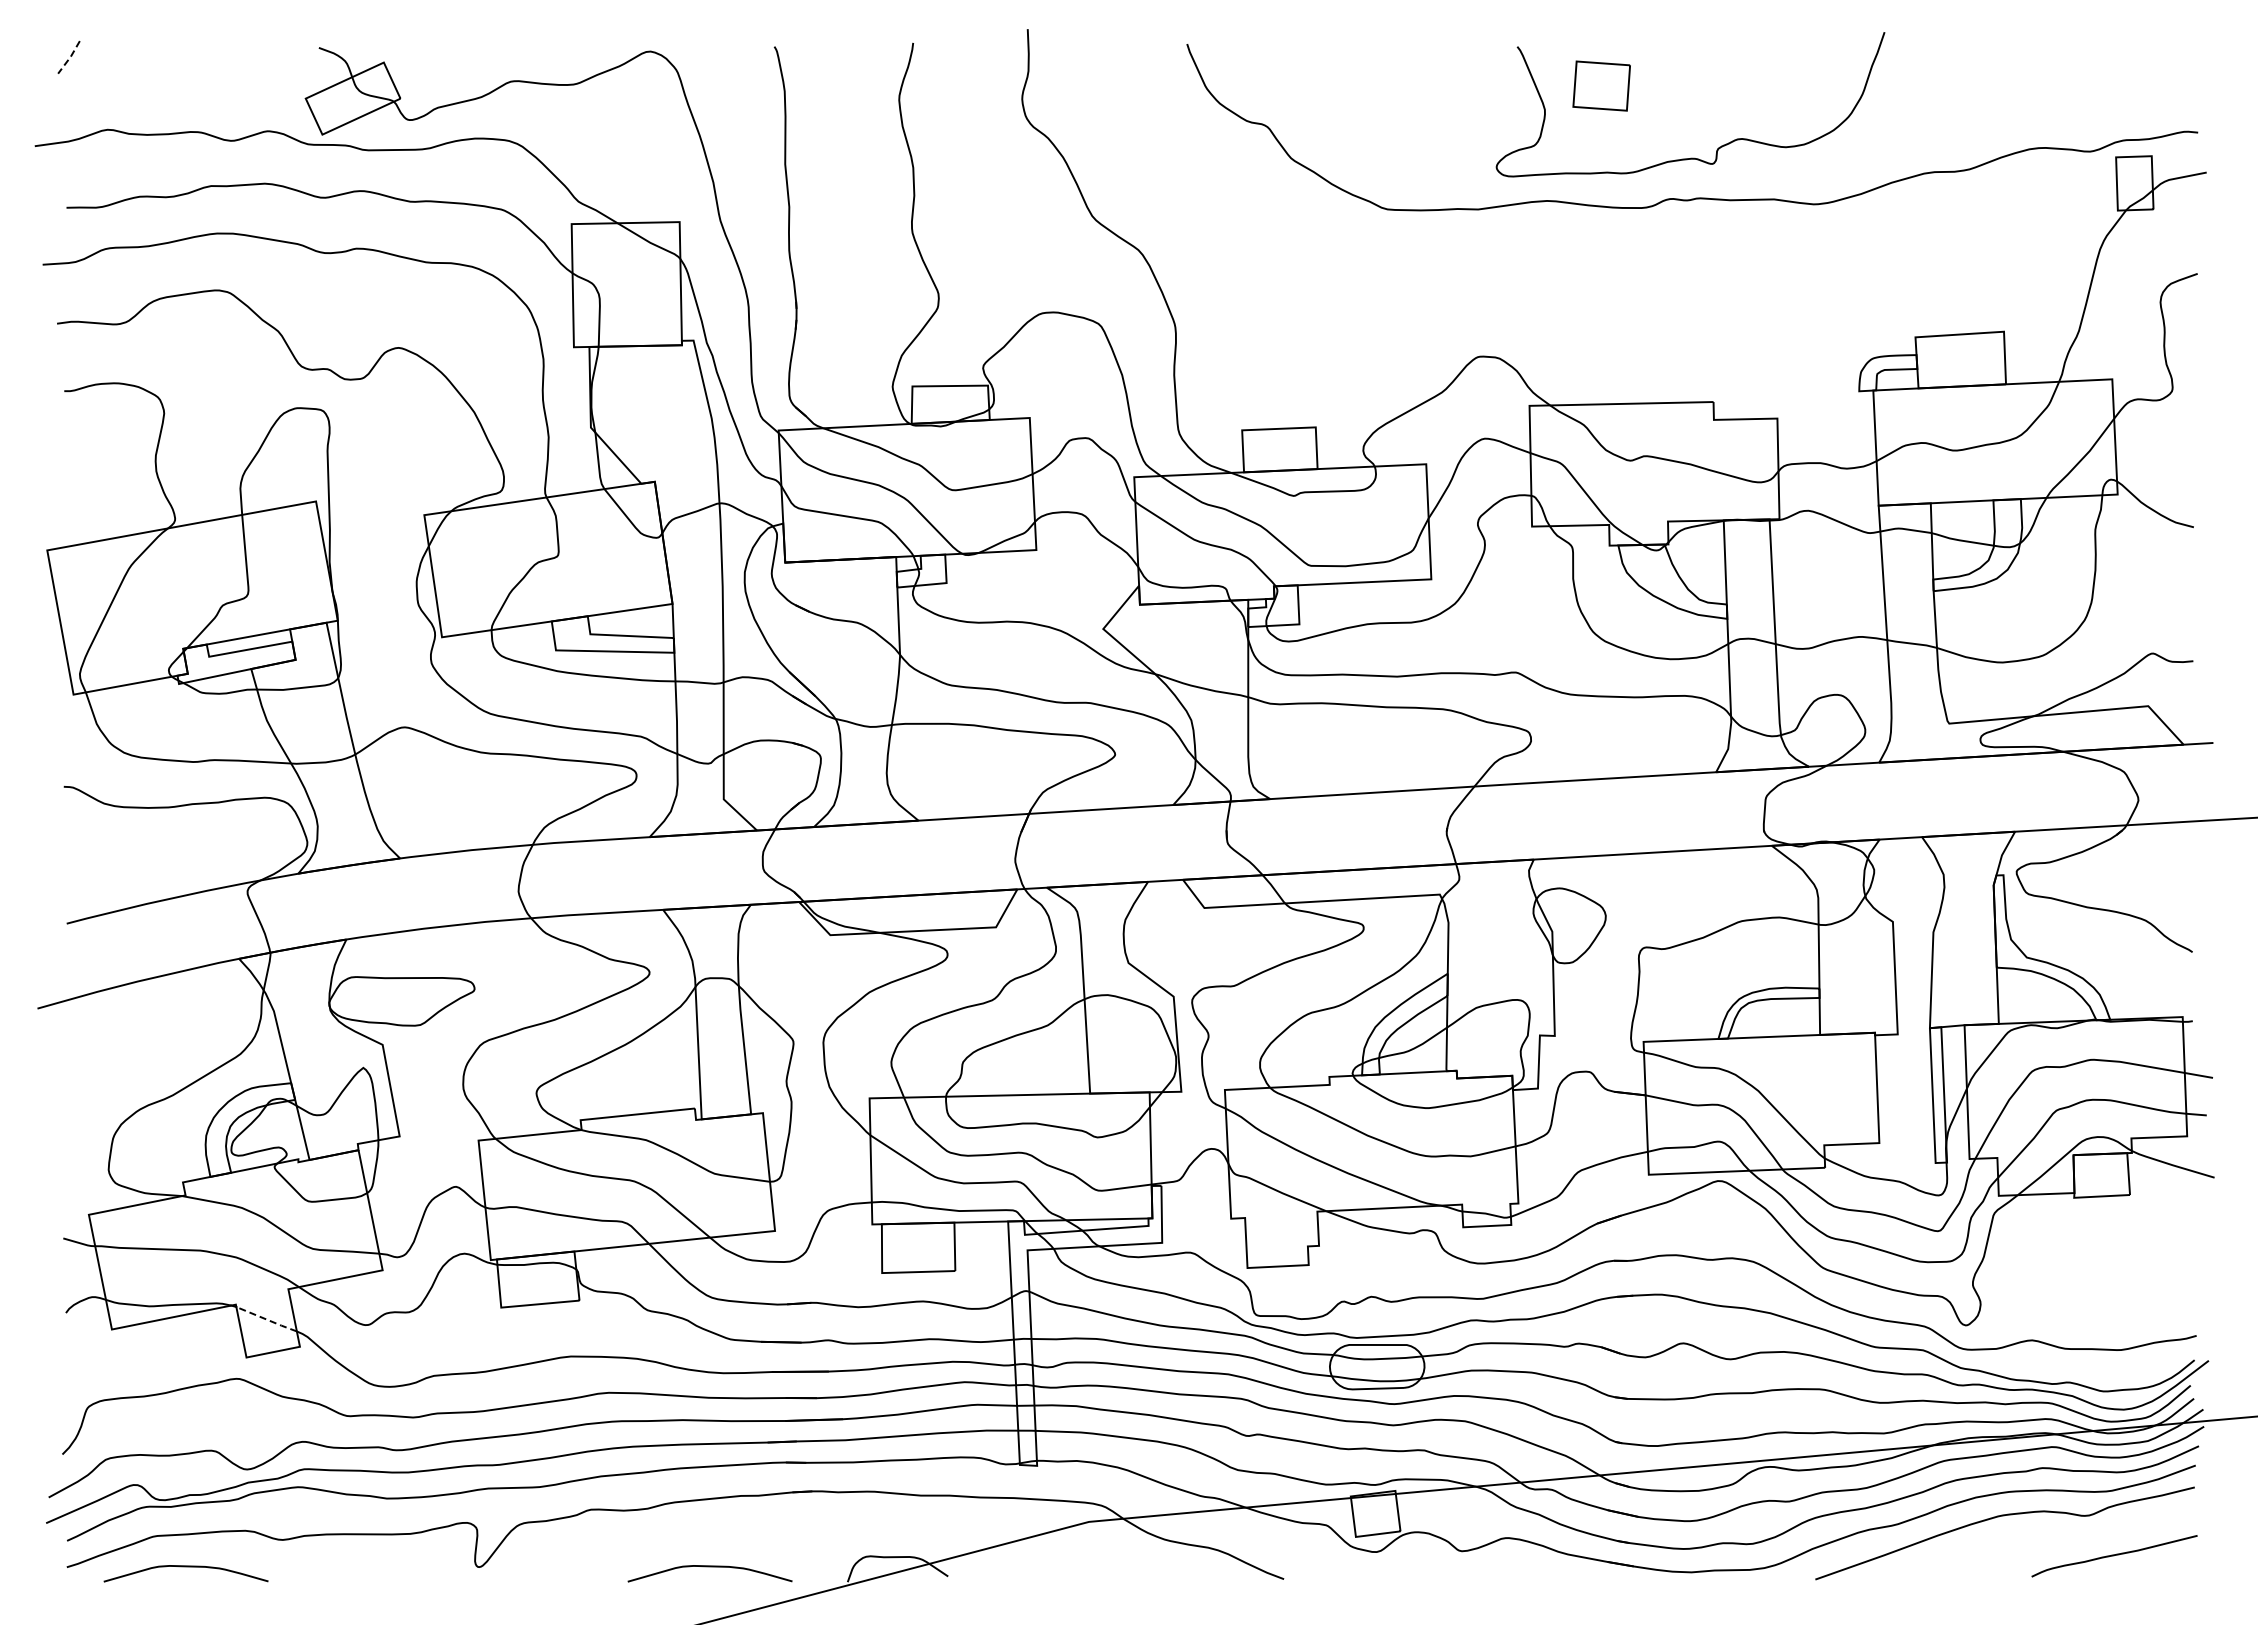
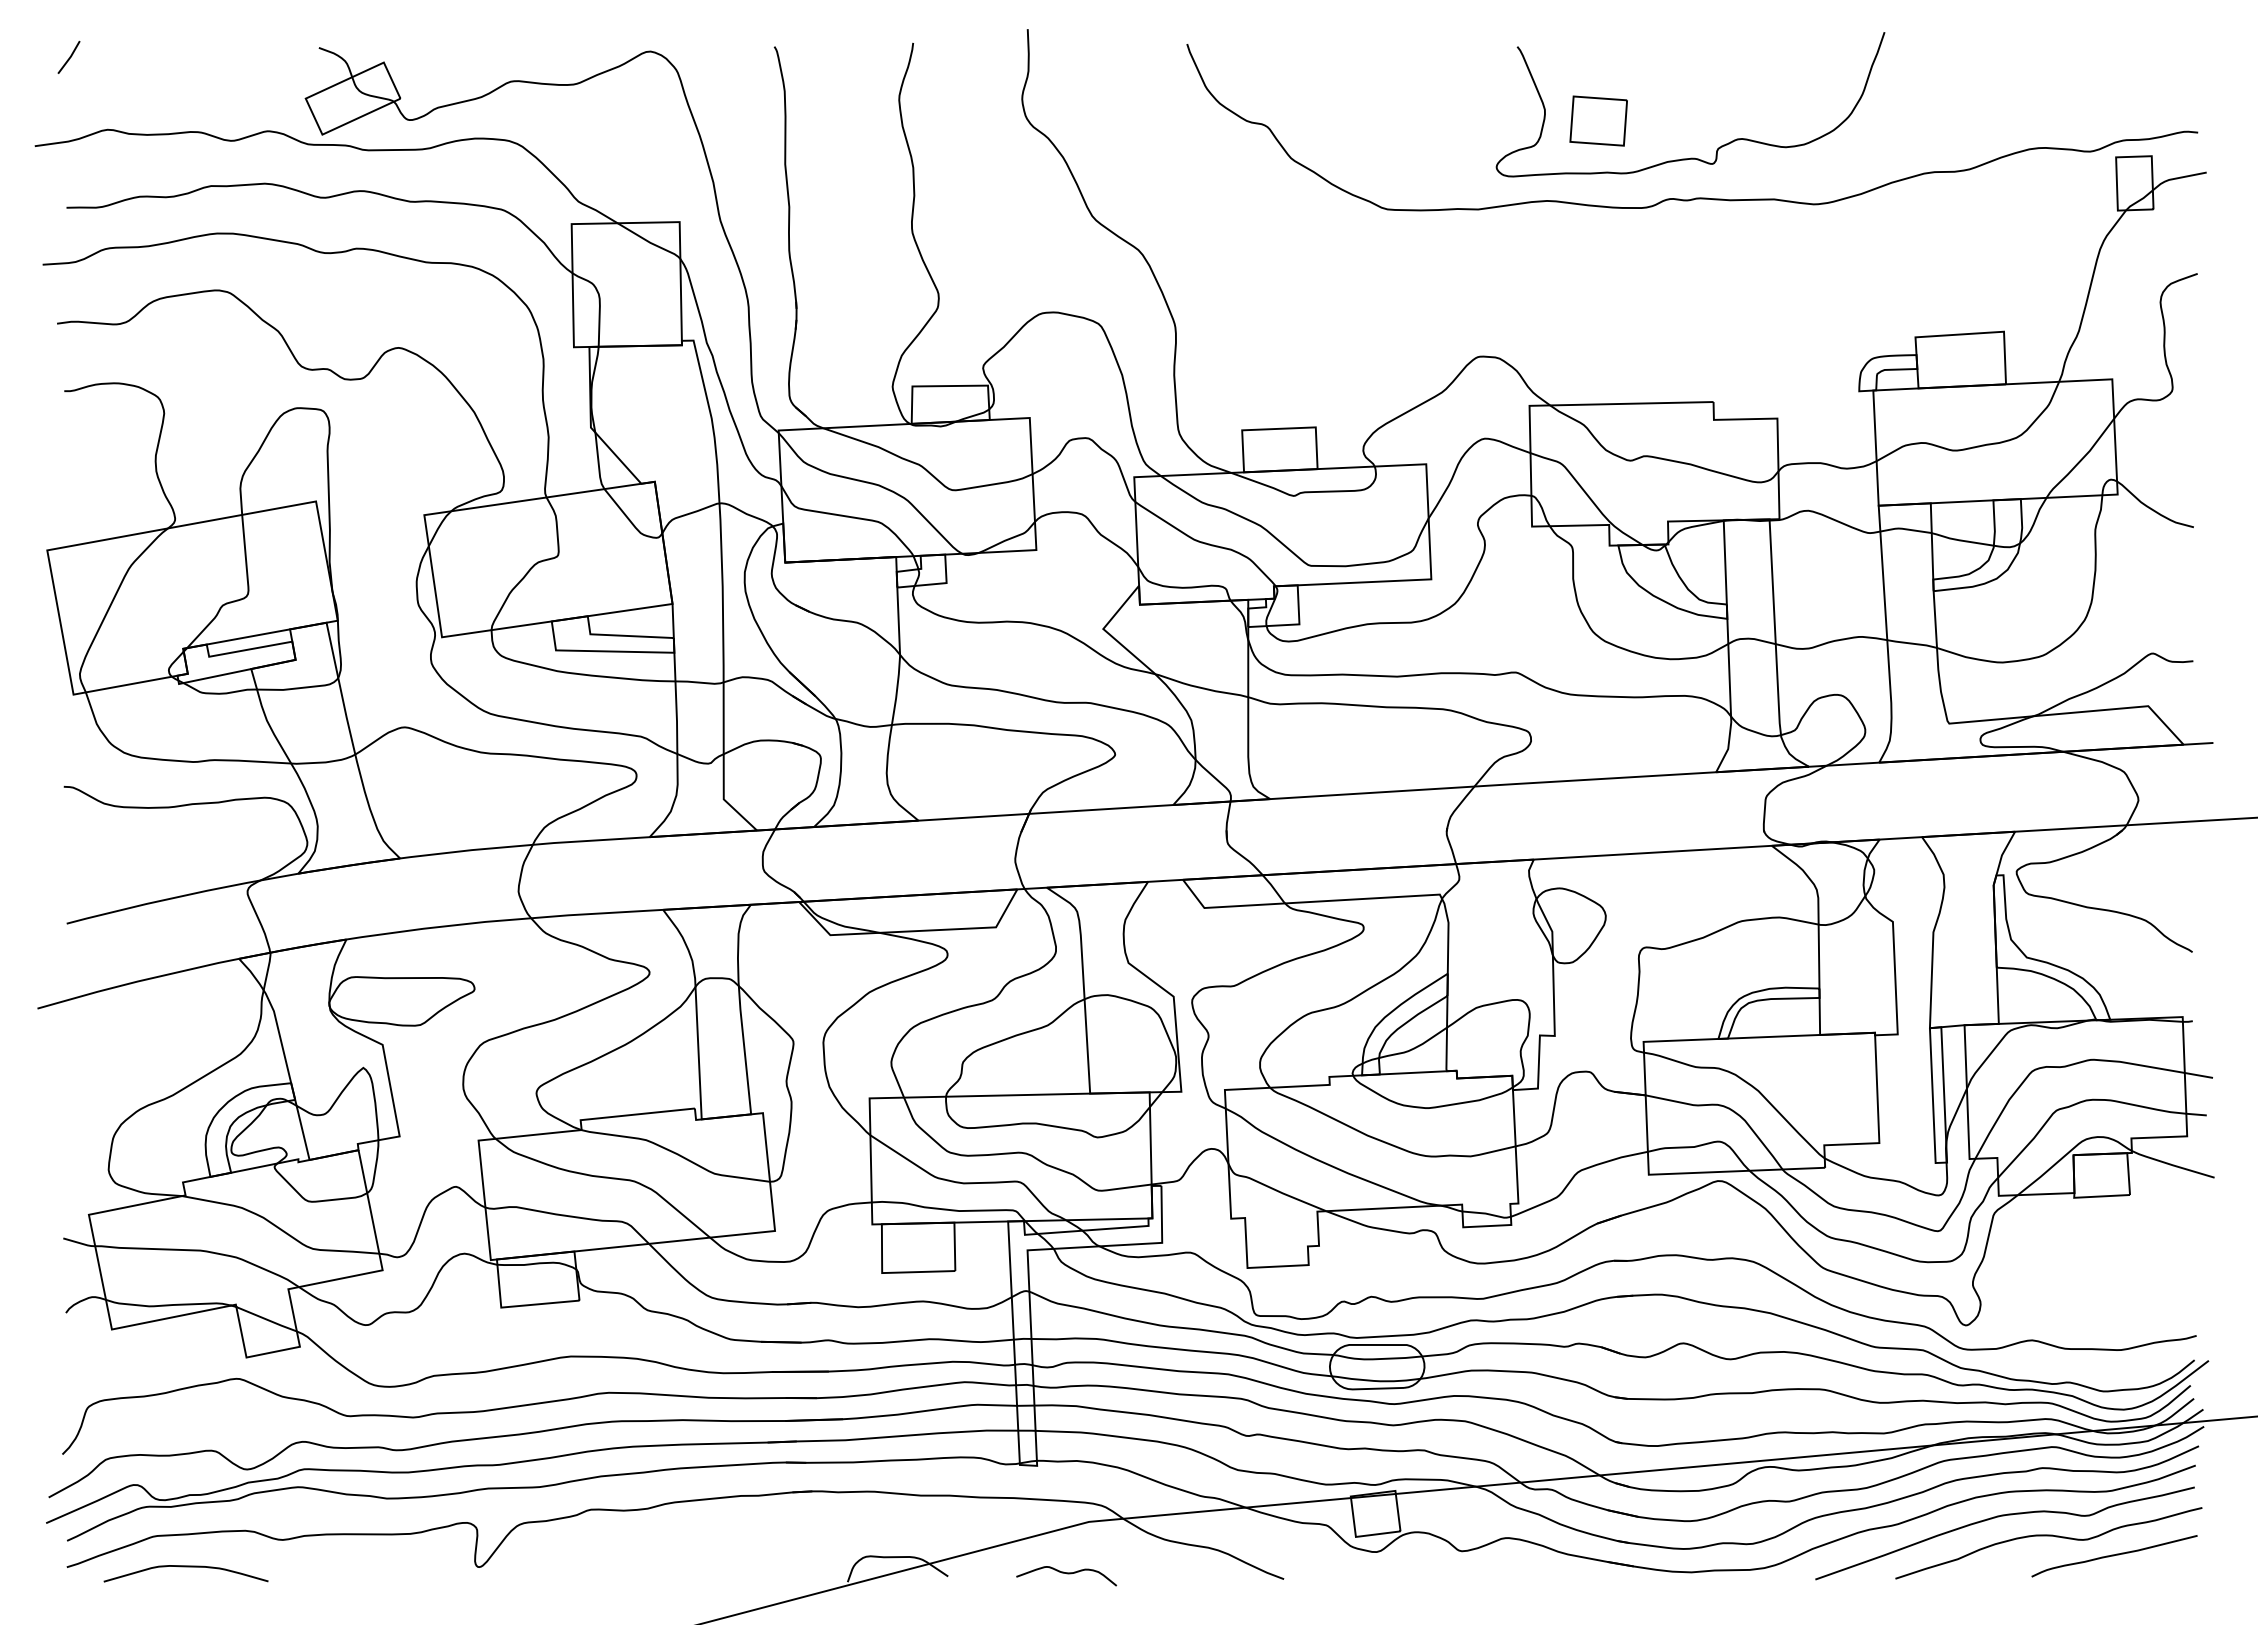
line at (69, 58): dashed -> solid
part at (1601, 85) position: (1601, 85) -> (1598, 120)
line at (266, 1319): dashed -> solid
curve at (2048, 1536): none -> present
curve at (709, 1567): present -> none
curve at (1066, 1574): none -> present
